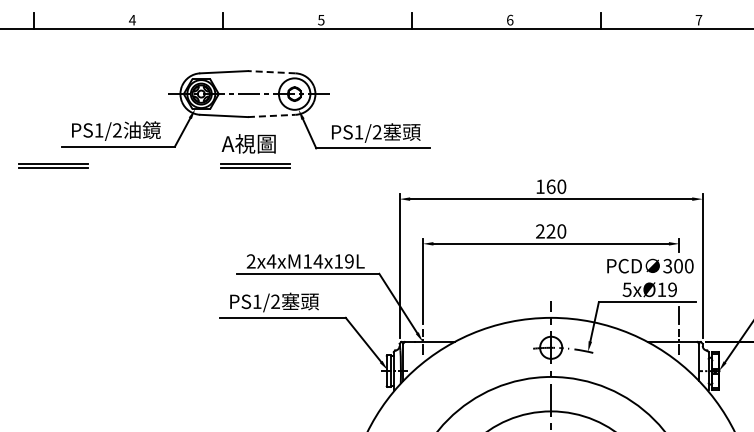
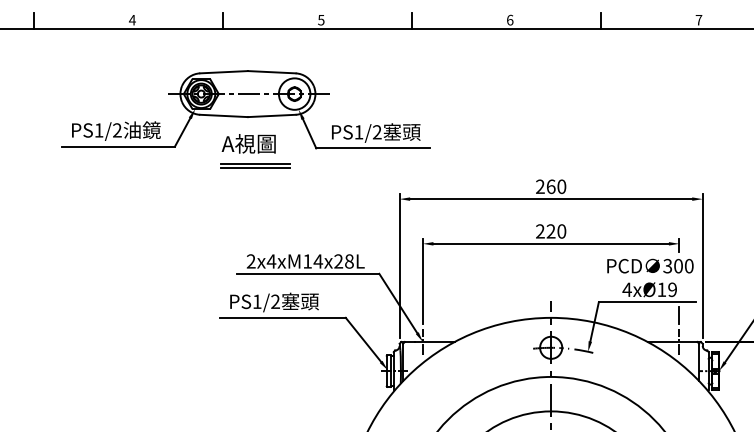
line at (271, 72): dashed -> solid
line at (271, 115): dashed -> solid
part at (53, 165): present -> none
text at (540, 186): 160 -> 260
text at (343, 261): 2x4xM14x19L -> 2x4xM14x28L
text at (626, 289): 5xØ19 -> 4xØ19
